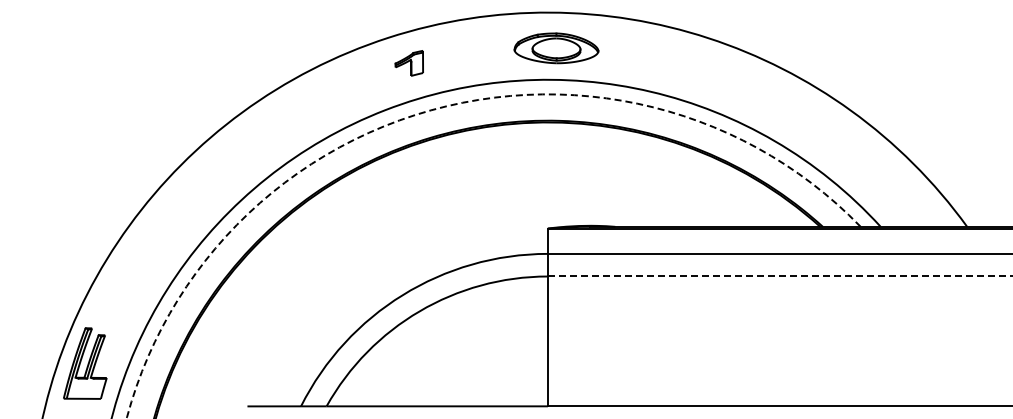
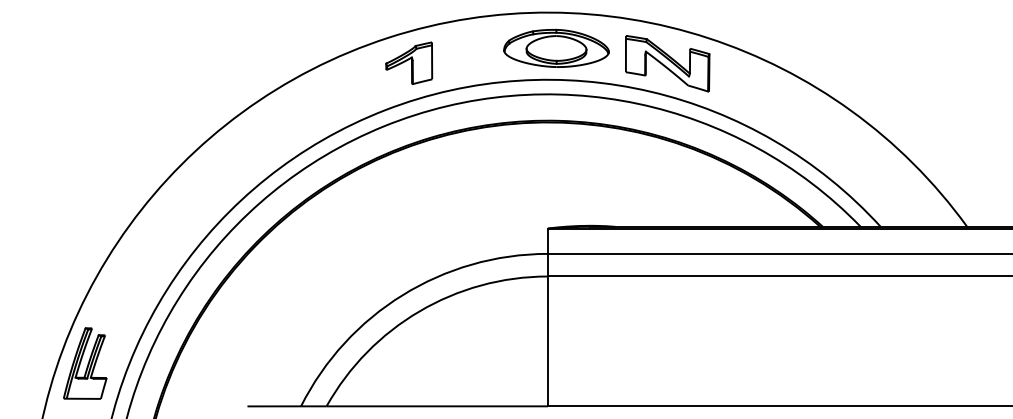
part at (556, 48) size: 87x33 px -> 107x40 px
part at (408, 63) size: 30x27 px -> 49x45 px
part at (667, 63): none -> present
arc at (437, 108): dashed -> solid
line at (780, 276): dashed -> solid
